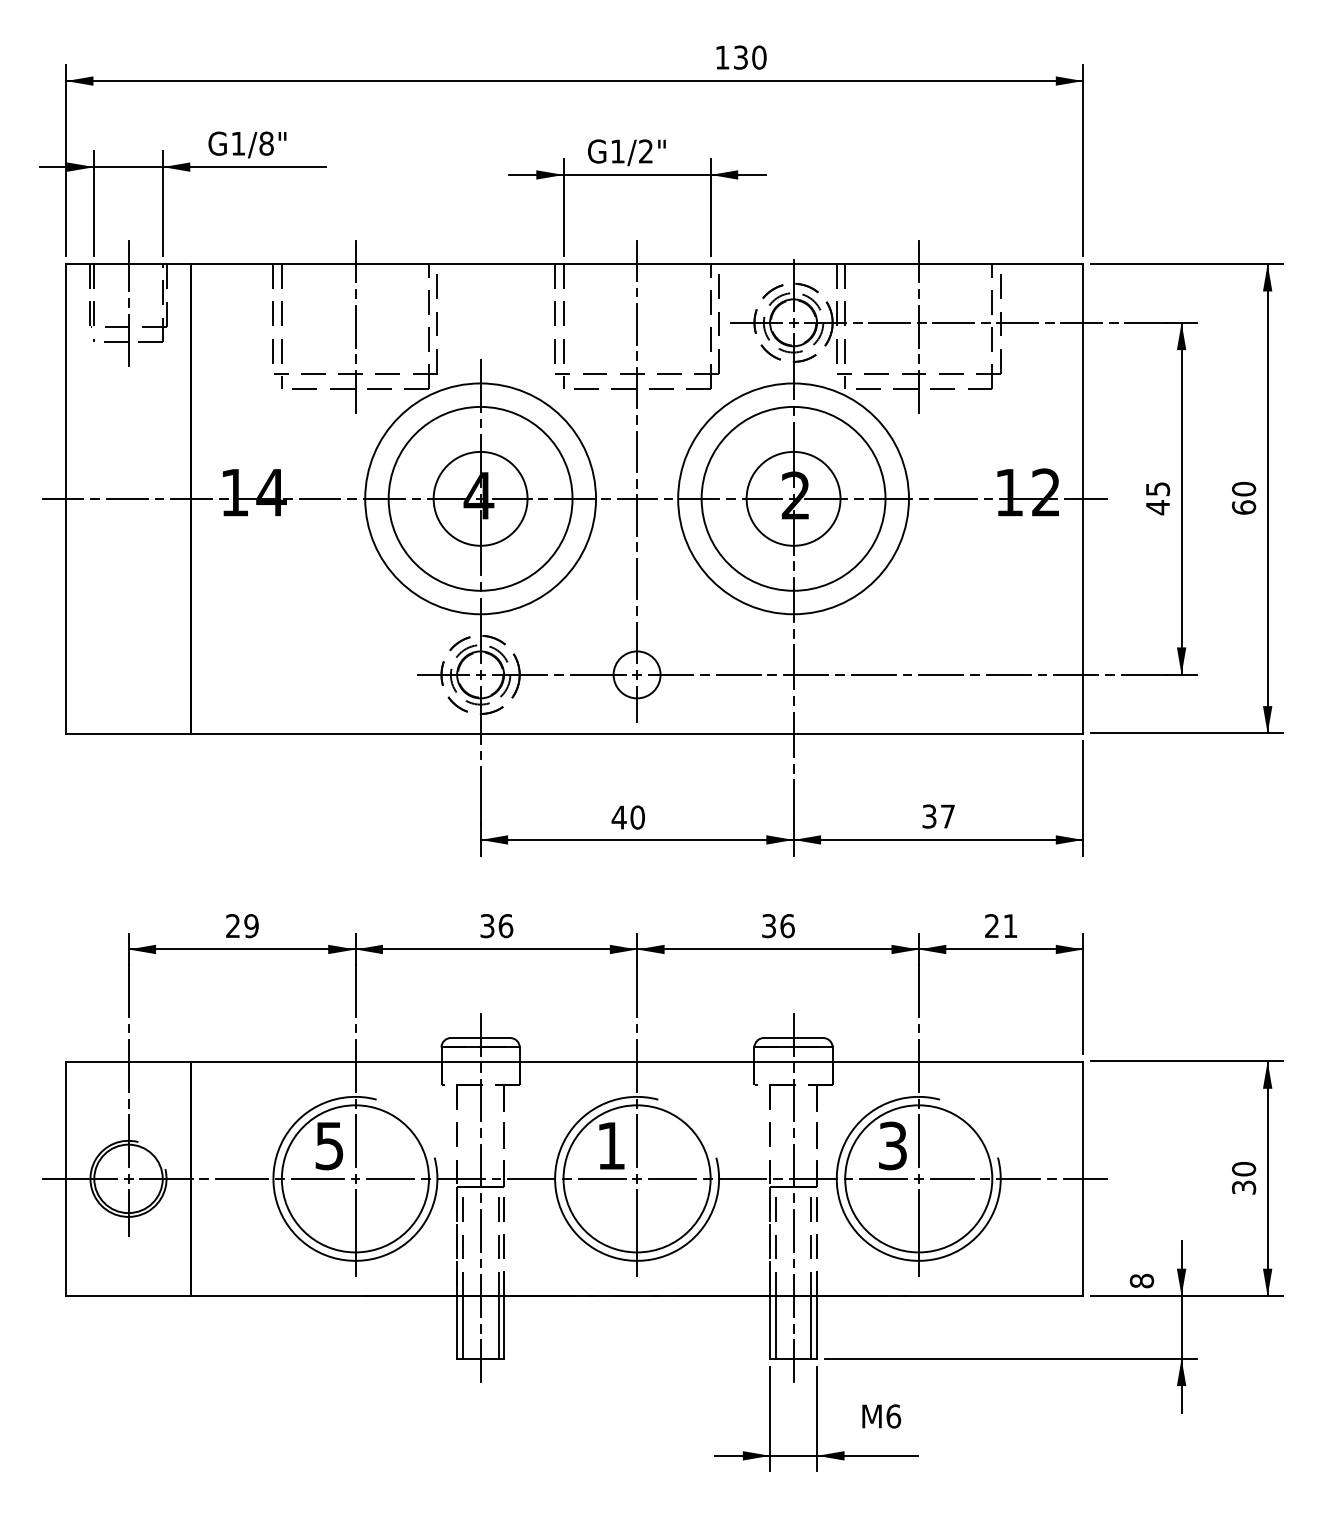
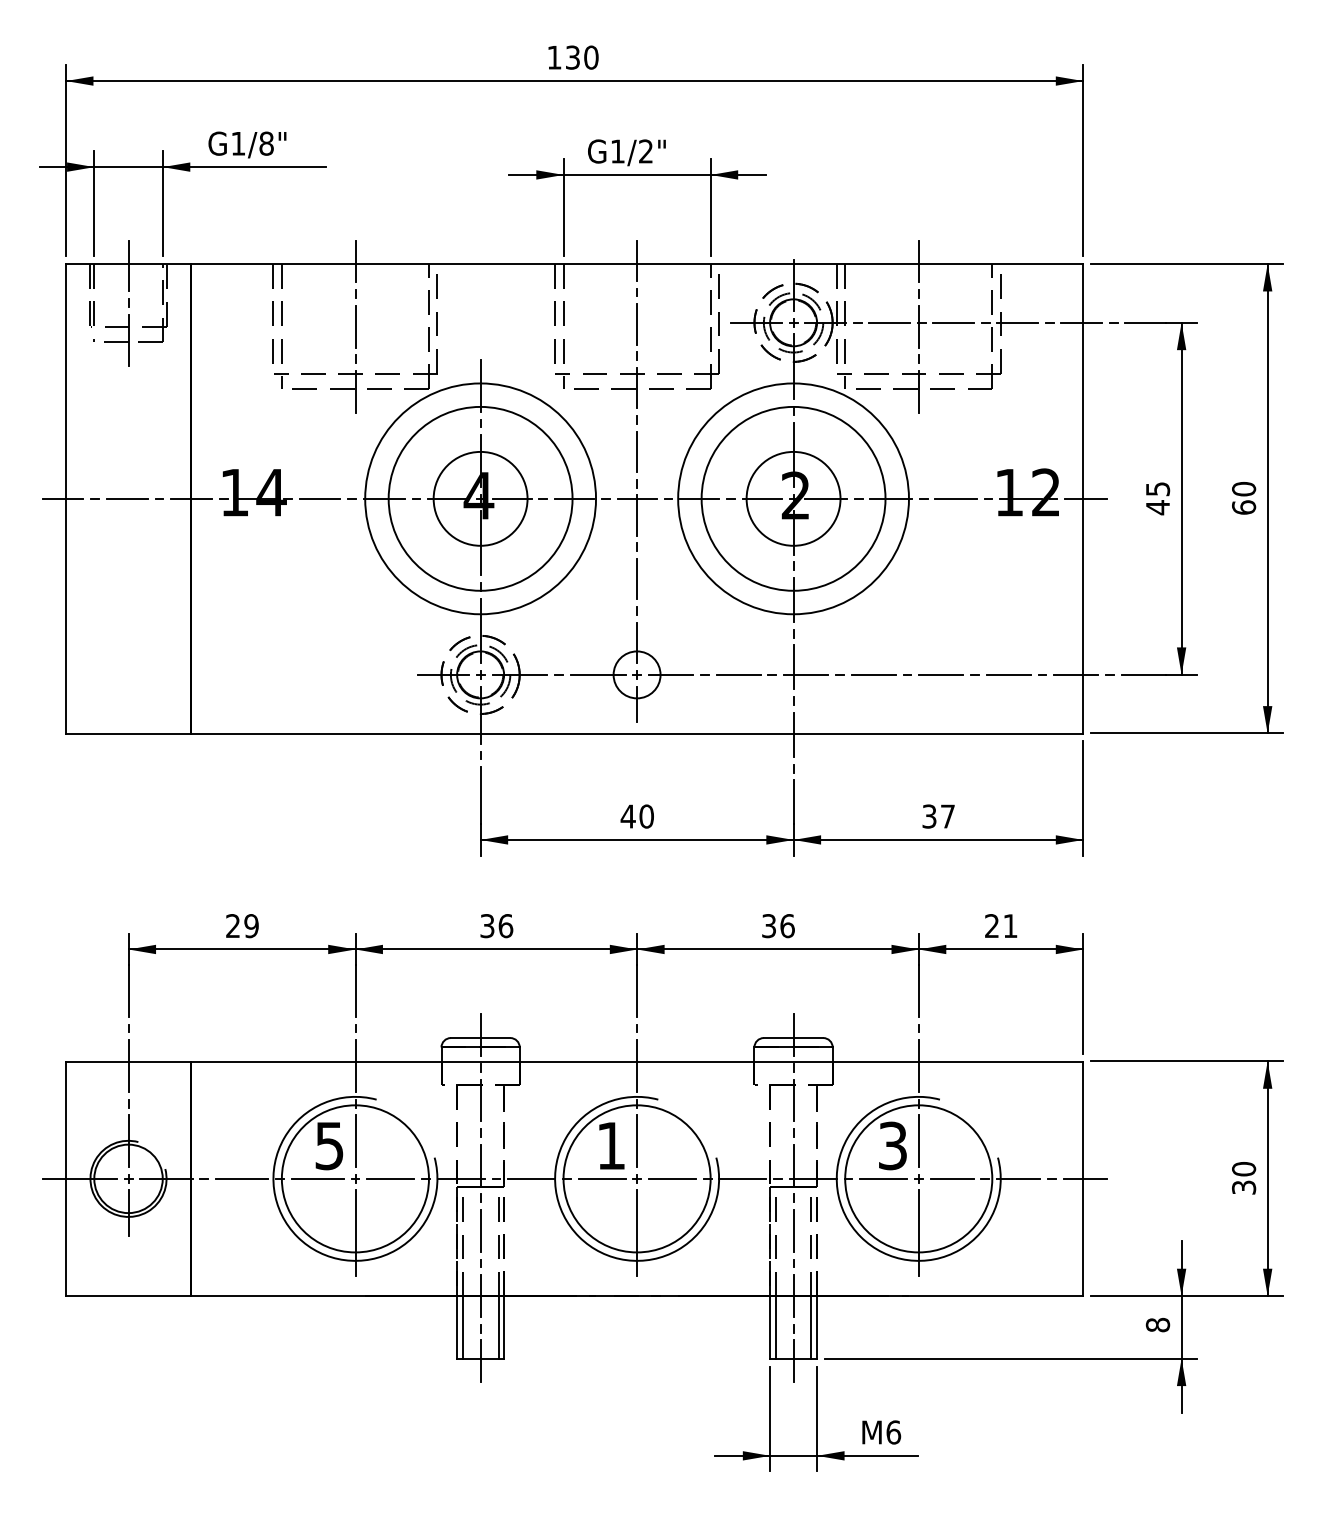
text at (741, 57) position: (741, 57) -> (573, 57)
text at (627, 817) position: (627, 817) -> (636, 816)
text at (1141, 1281) position: (1141, 1281) -> (1157, 1325)
text at (881, 1416) position: (881, 1416) -> (881, 1432)
